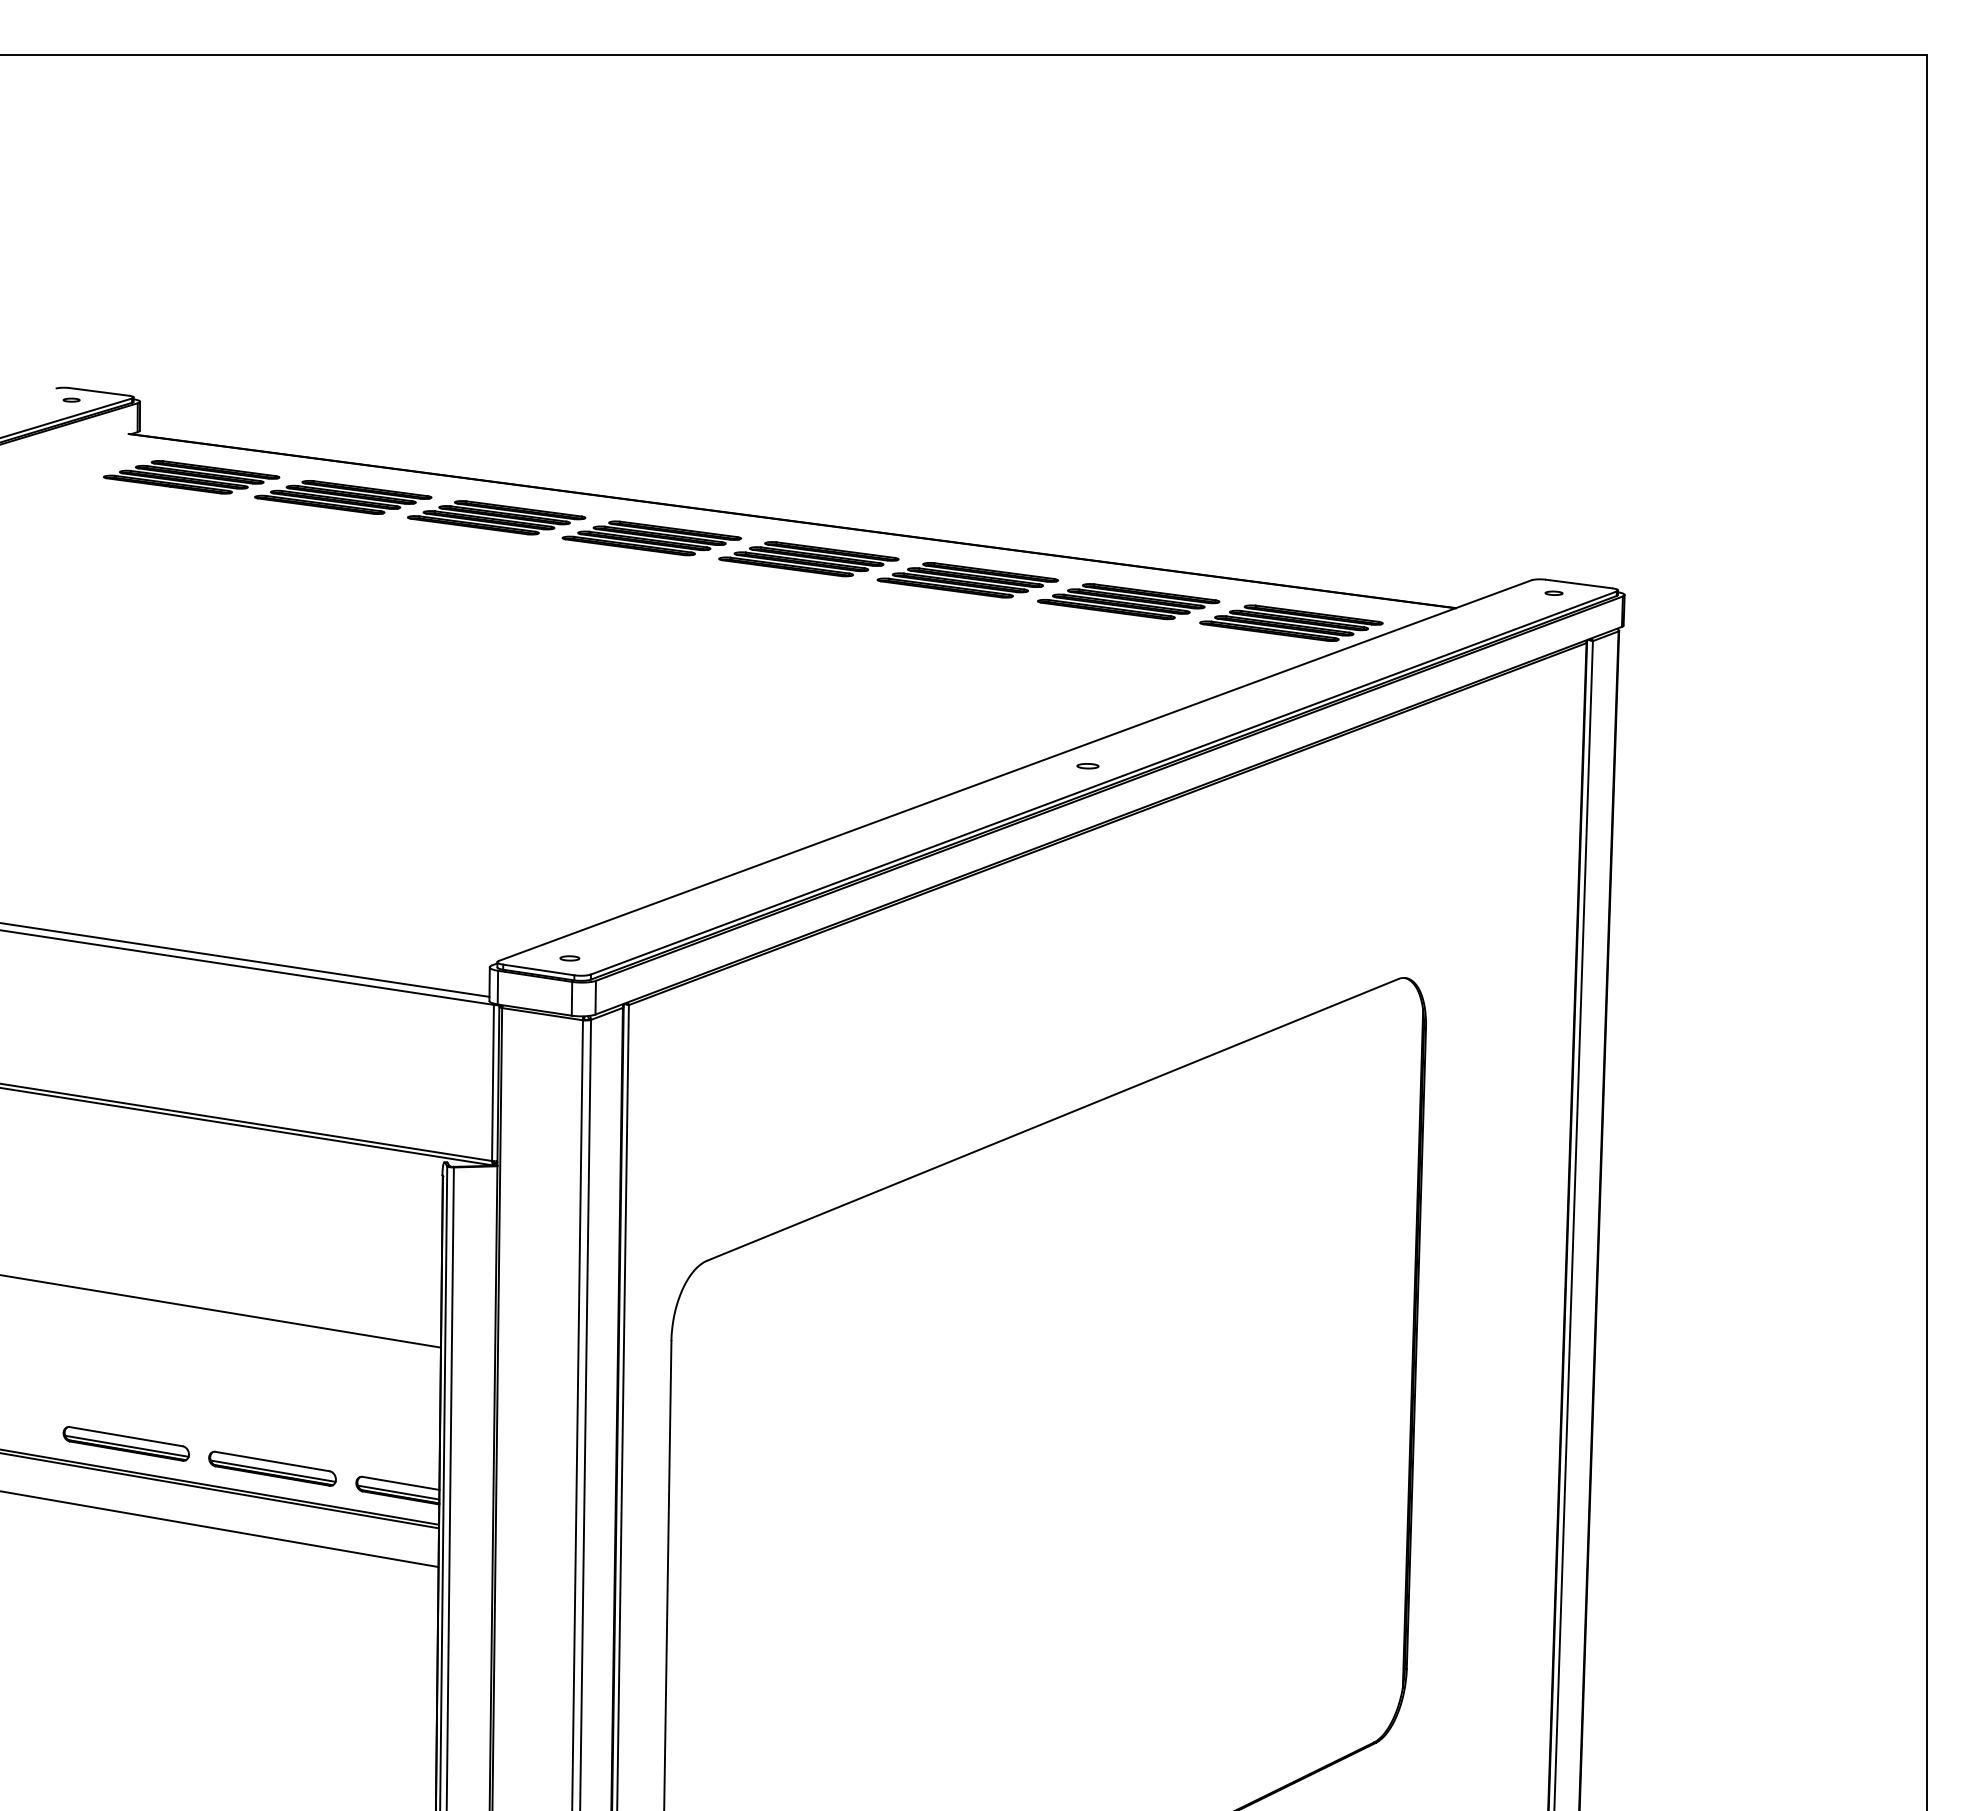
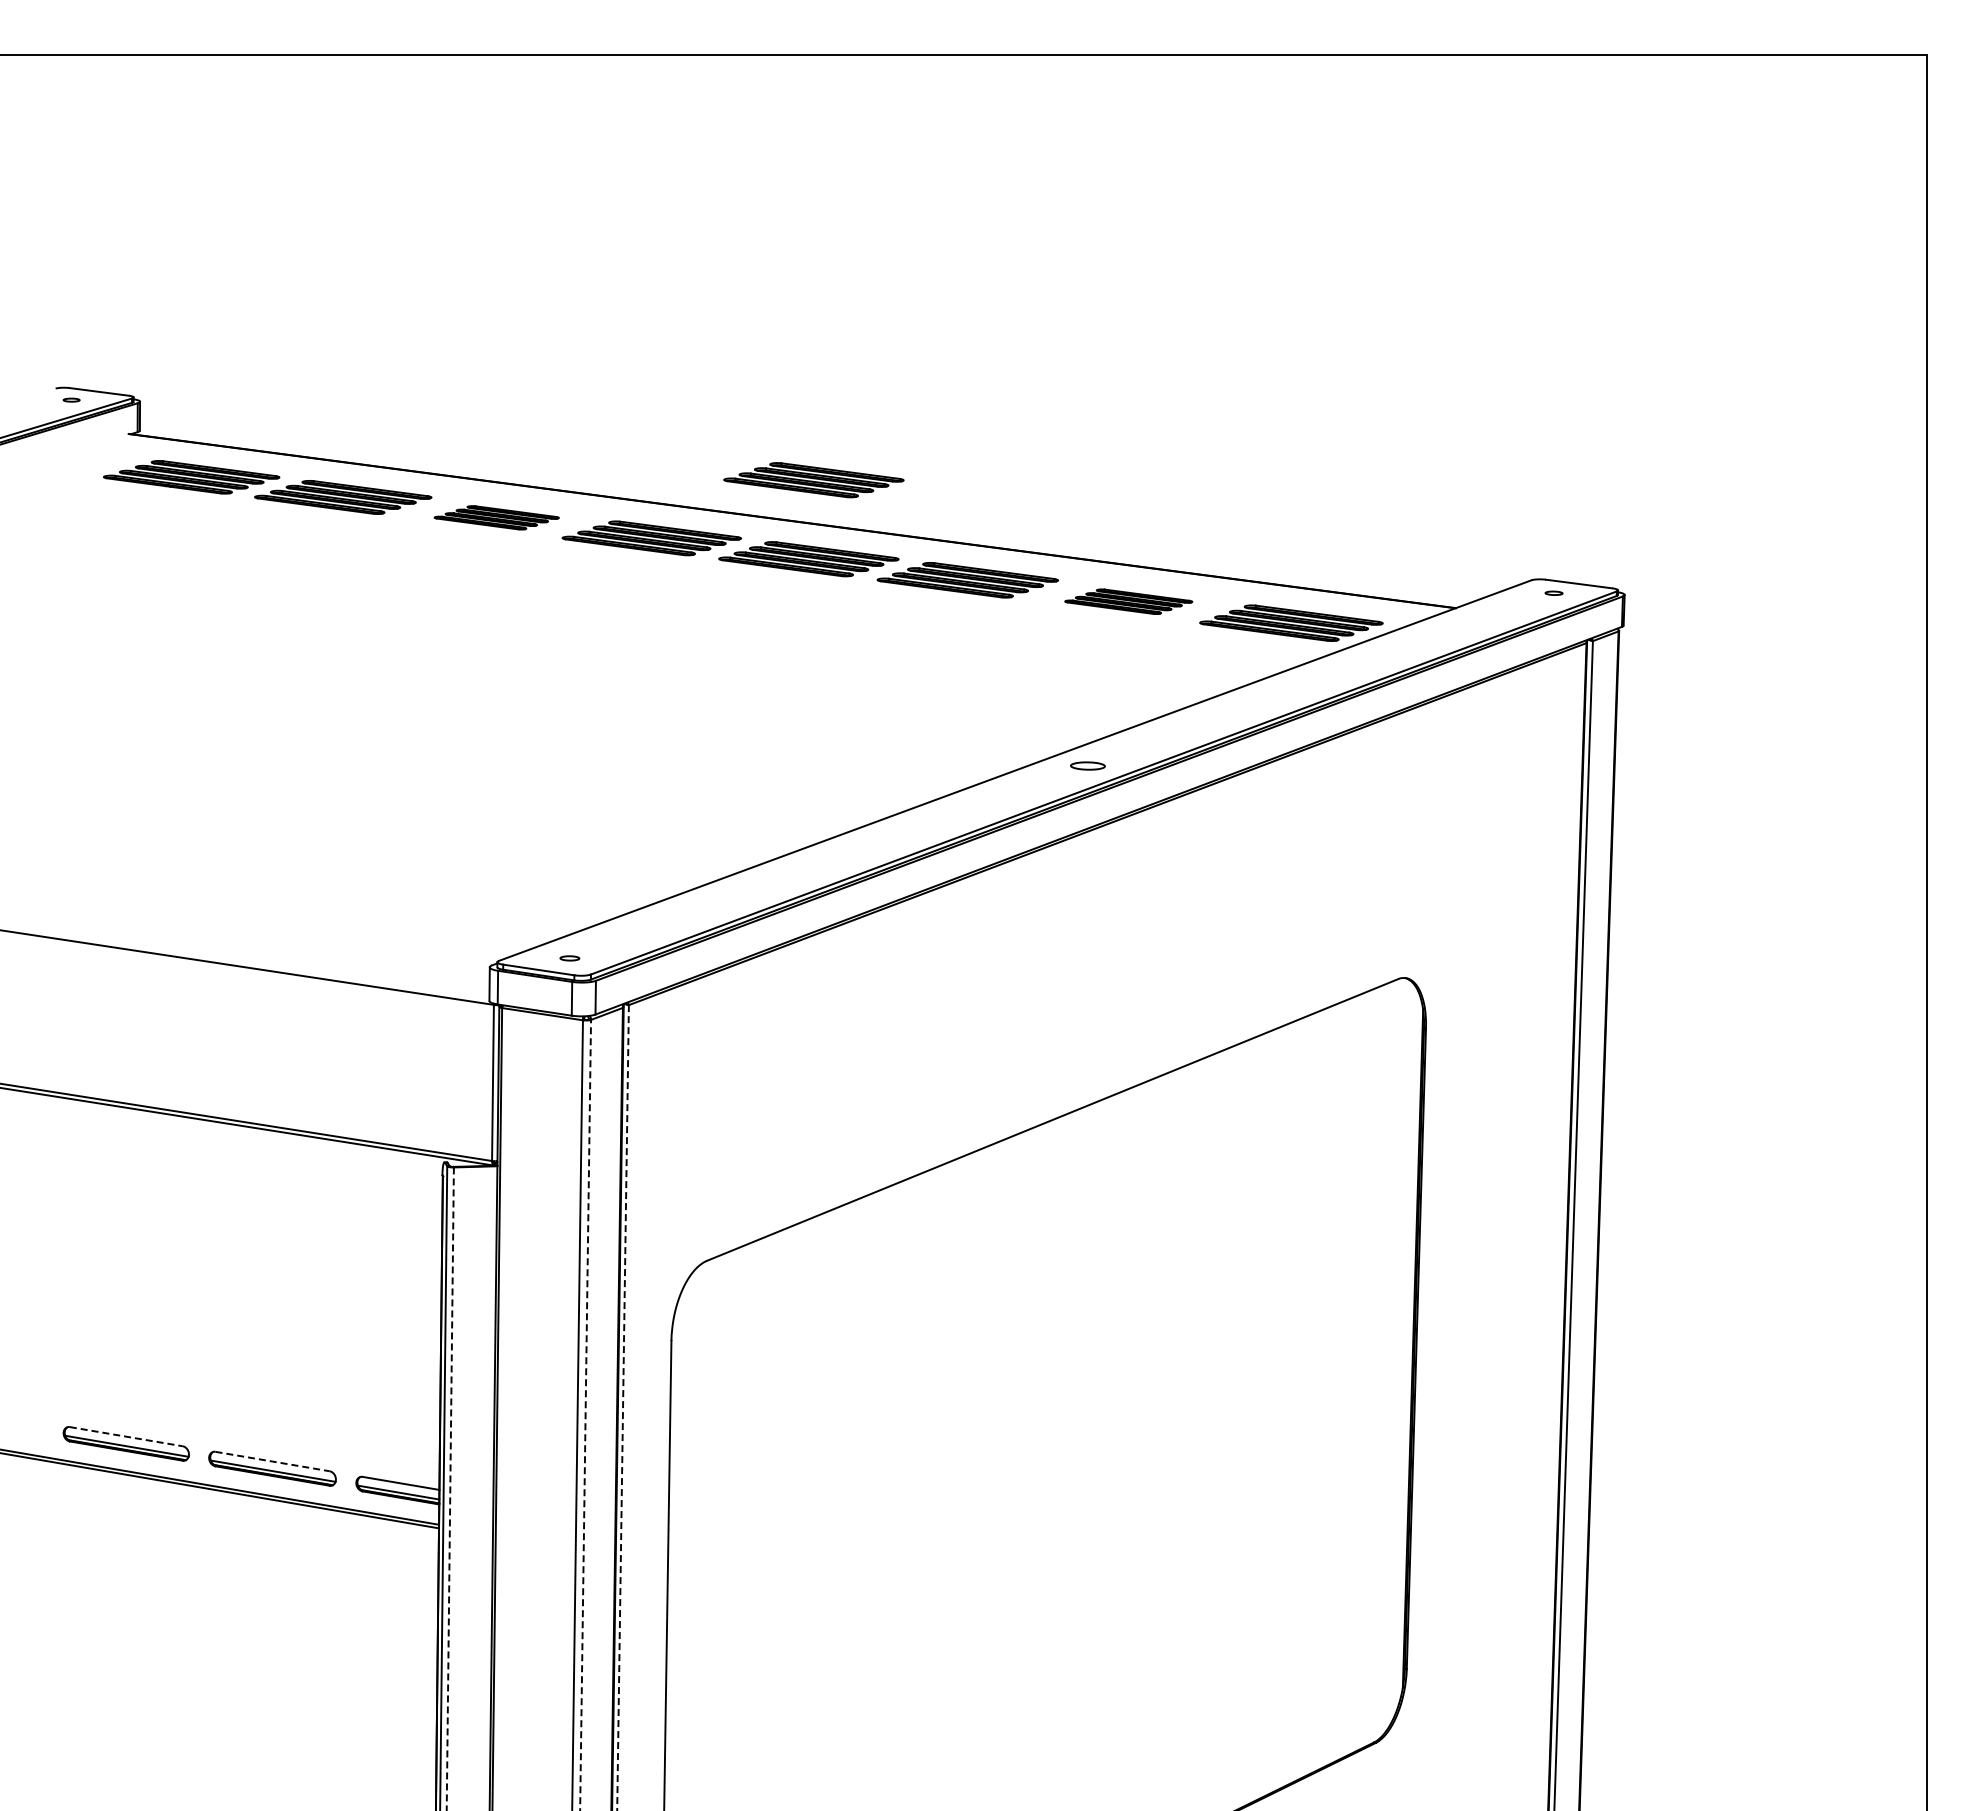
part at (813, 480): none -> present
part at (496, 517) size: 180x36 px -> 127x26 px
part at (1128, 601) size: 184x38 px -> 130x27 px
part at (1087, 766) size: 24x7 px -> 36x10 px
line at (245, 959): present -> none
line at (221, 1311): present -> none
line at (623, 1407): solid -> dashed
line at (585, 1414): solid -> dashed
line at (126, 1436): solid -> dashed
line at (272, 1461): solid -> dashed
line at (450, 1489): solid -> dashed
line at (220, 1529): present -> none
